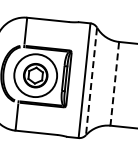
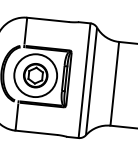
line at (91, 81): dashed -> solid
line at (114, 83): dashed -> solid
